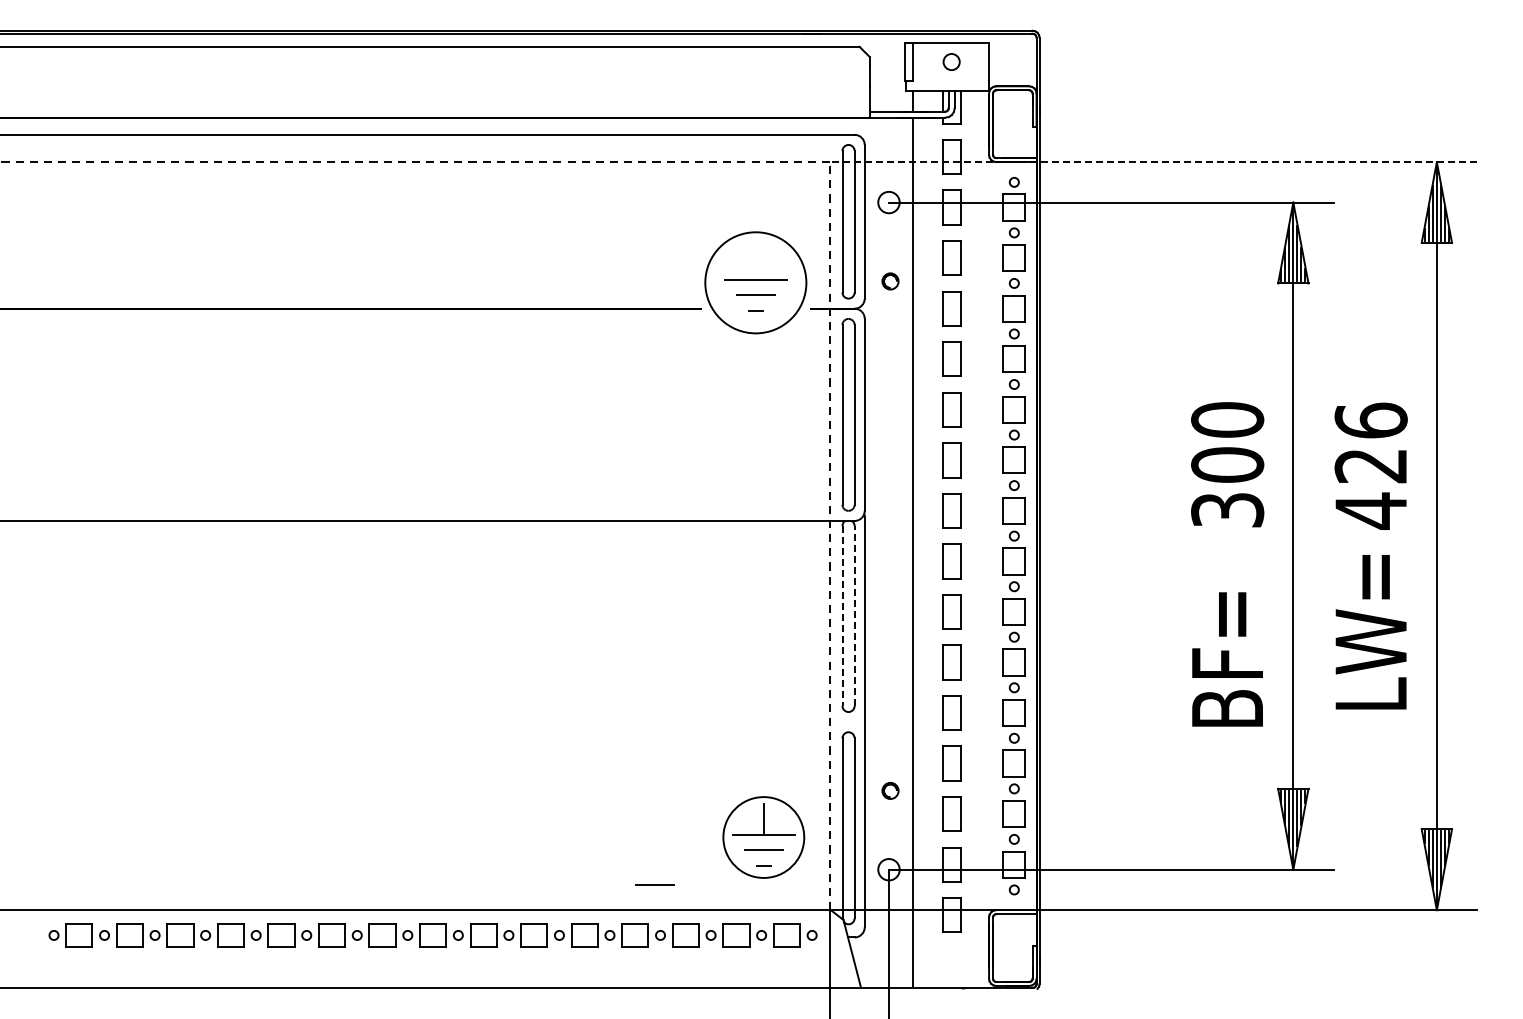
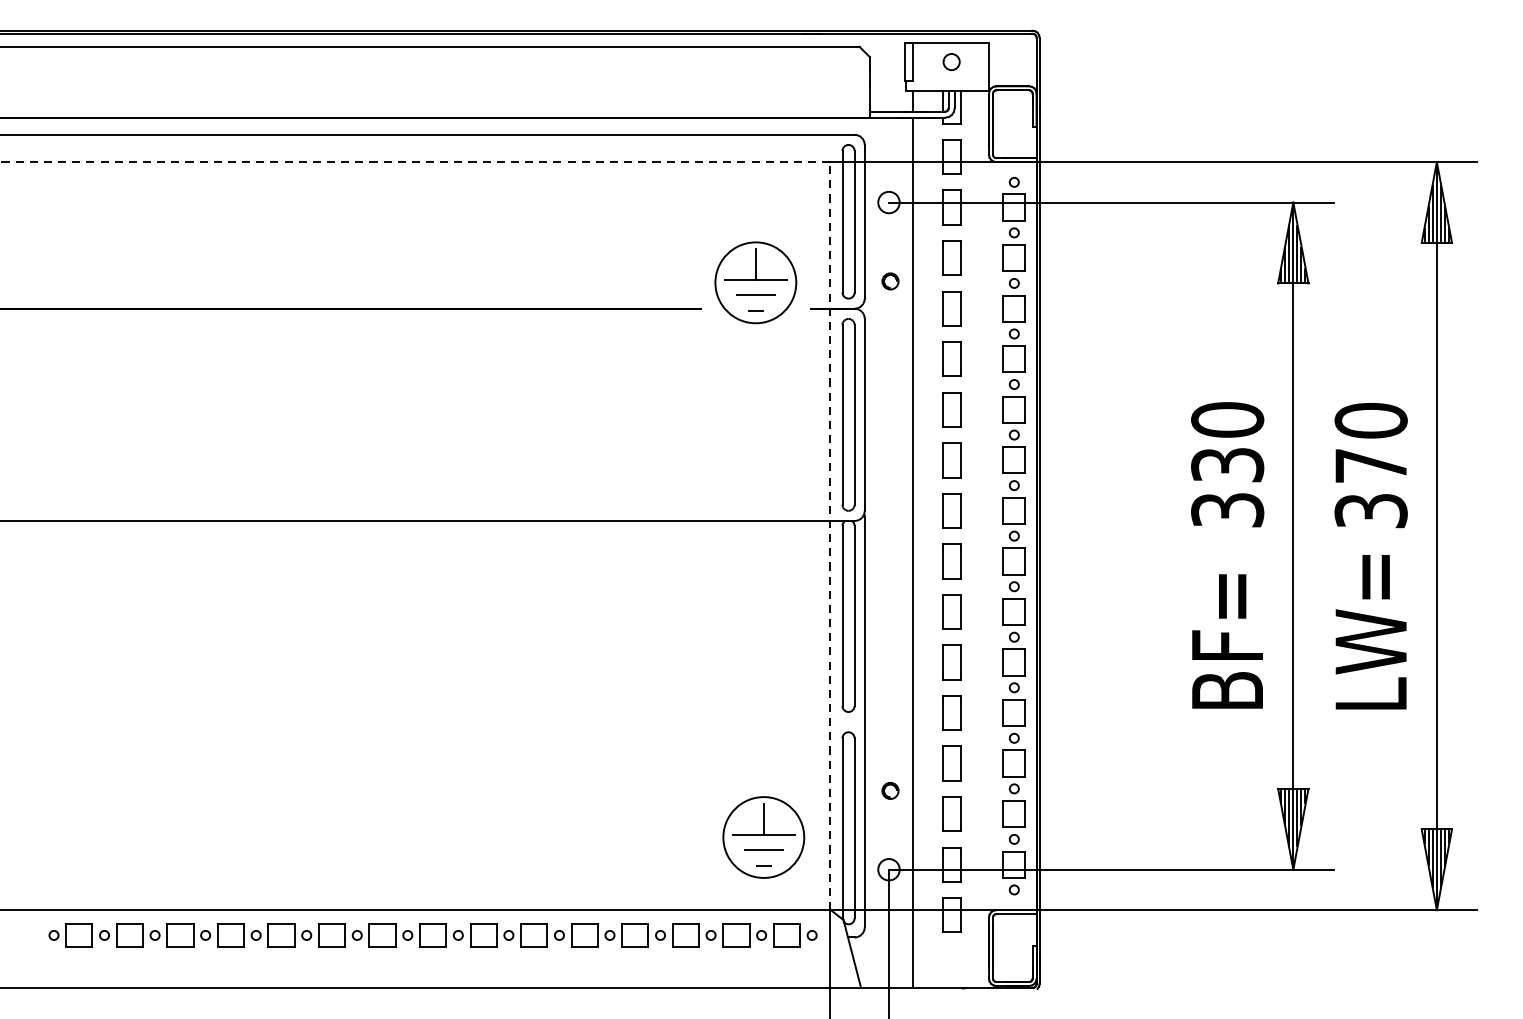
line at (1153, 162): dashed -> solid
line at (755, 264): none -> present
circle at (755, 282) diameter: 101 px -> 81 px
text at (1227, 464): 300 -> 330
text at (1370, 465): 426 -> 370
line at (842, 616): dashed -> solid
line at (854, 616): dashed -> solid
text at (1227, 659) position: (1227, 659) -> (1227, 641)
line at (654, 884): present -> none
